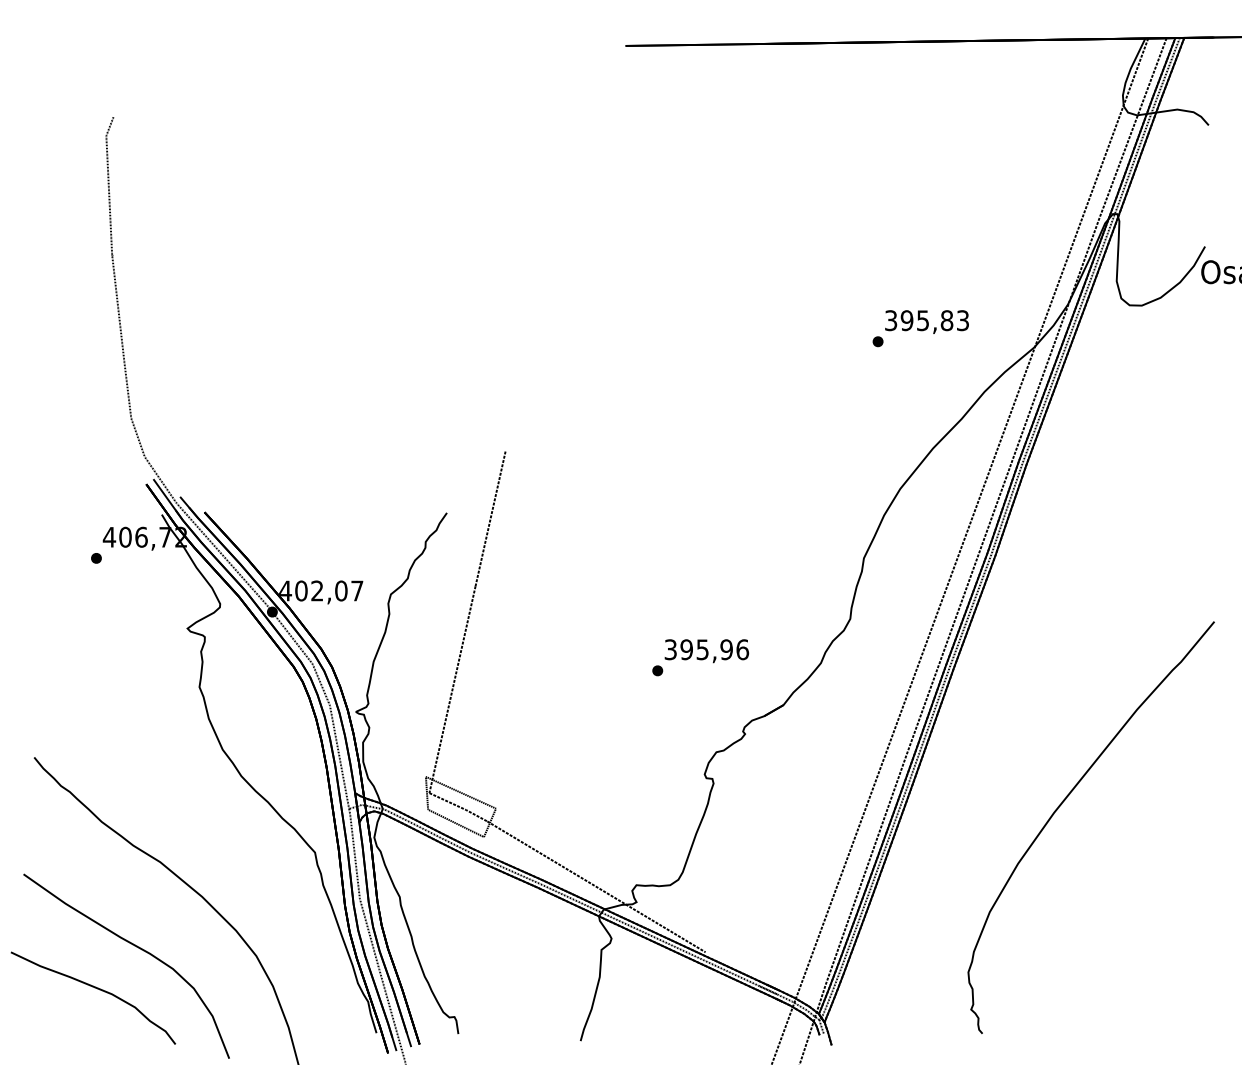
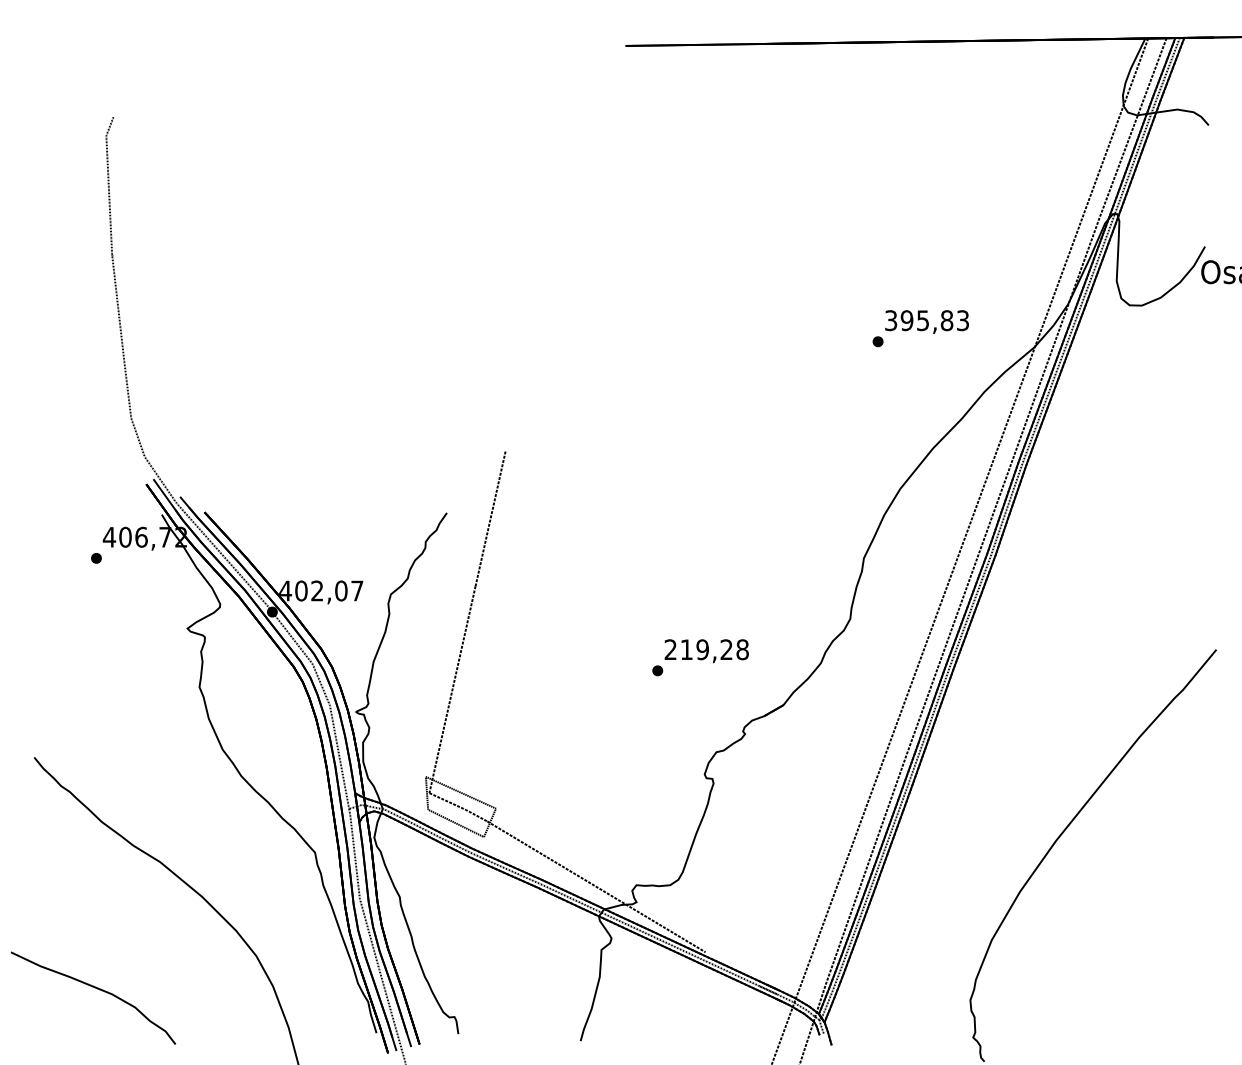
text at (706, 649): 395,96 -> 219,28
curve at (1062, 804) position: (1062, 804) -> (1064, 832)
curve at (136, 947): present -> none
